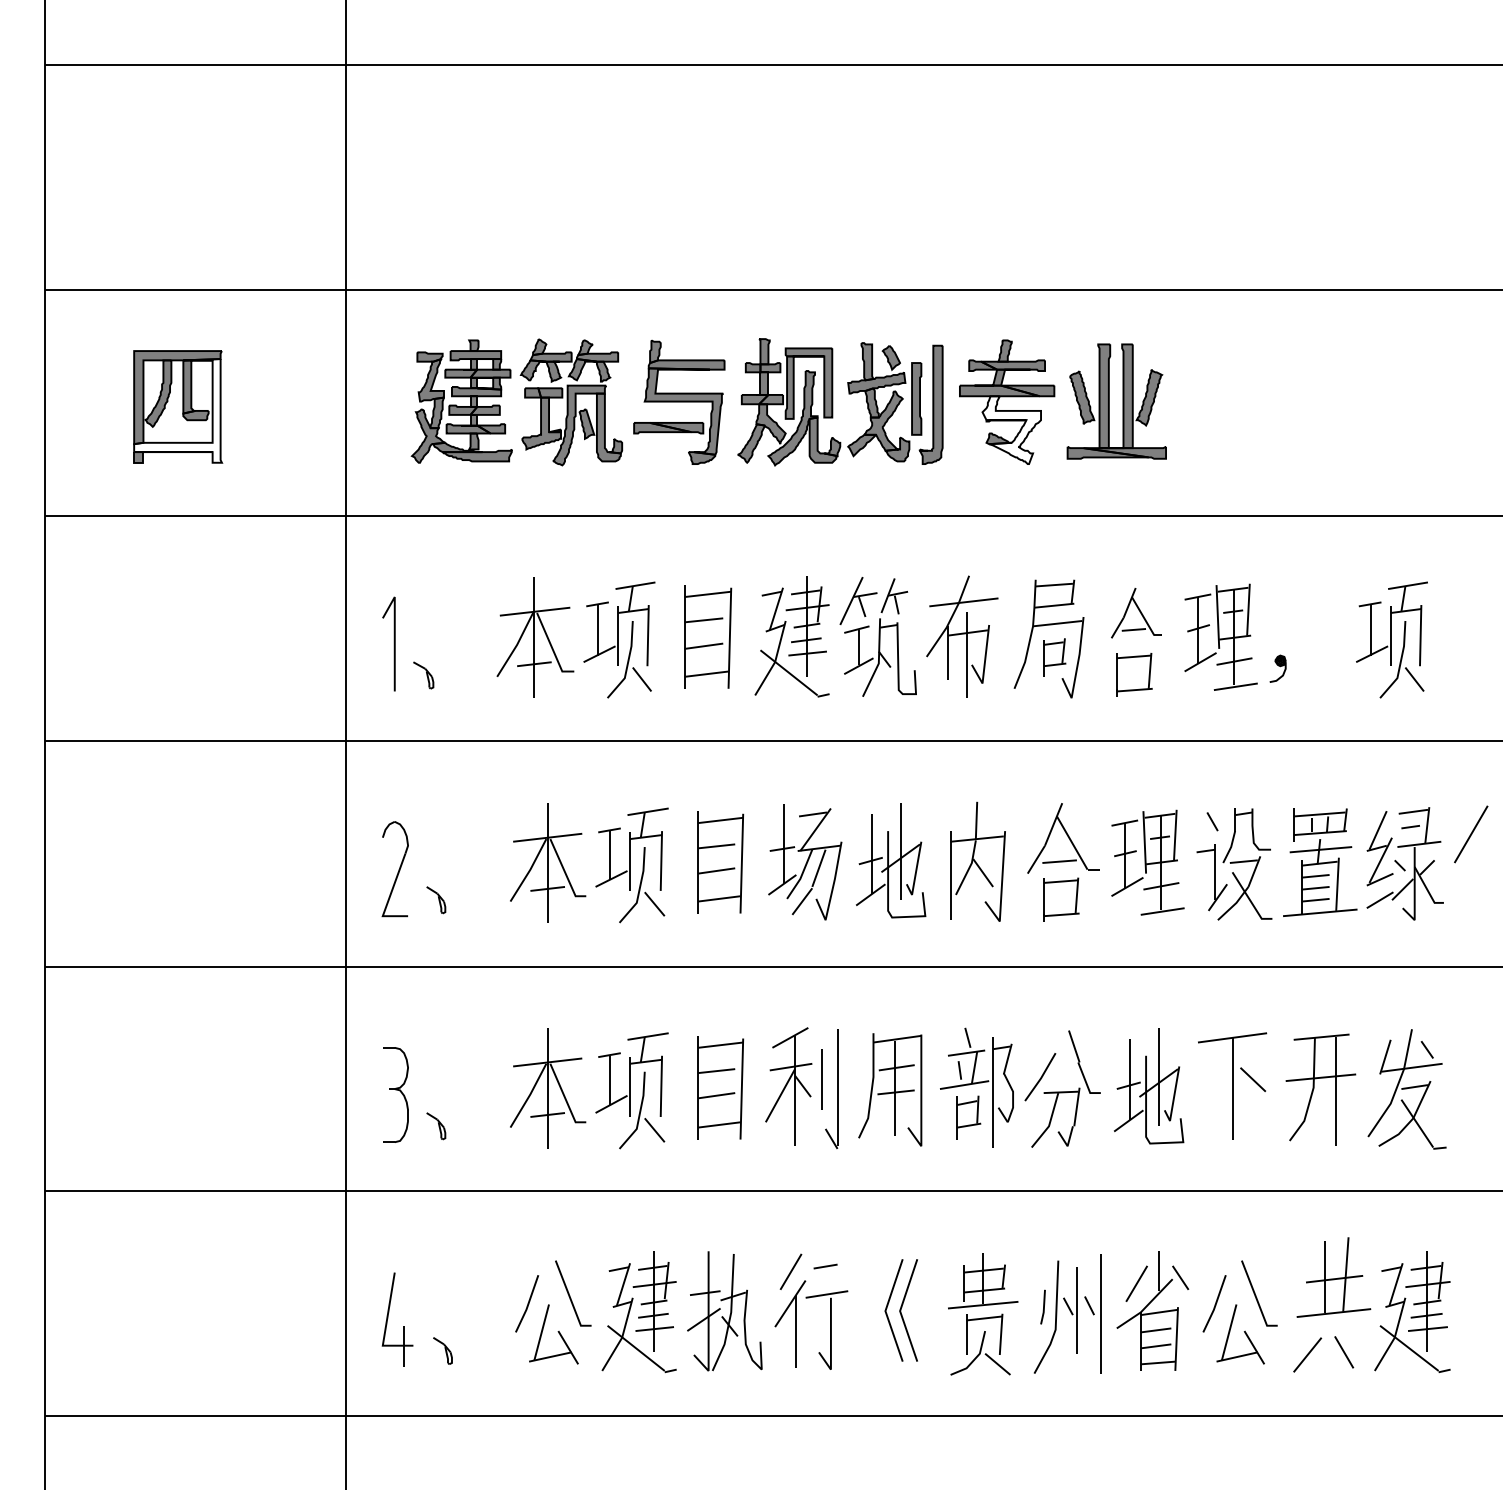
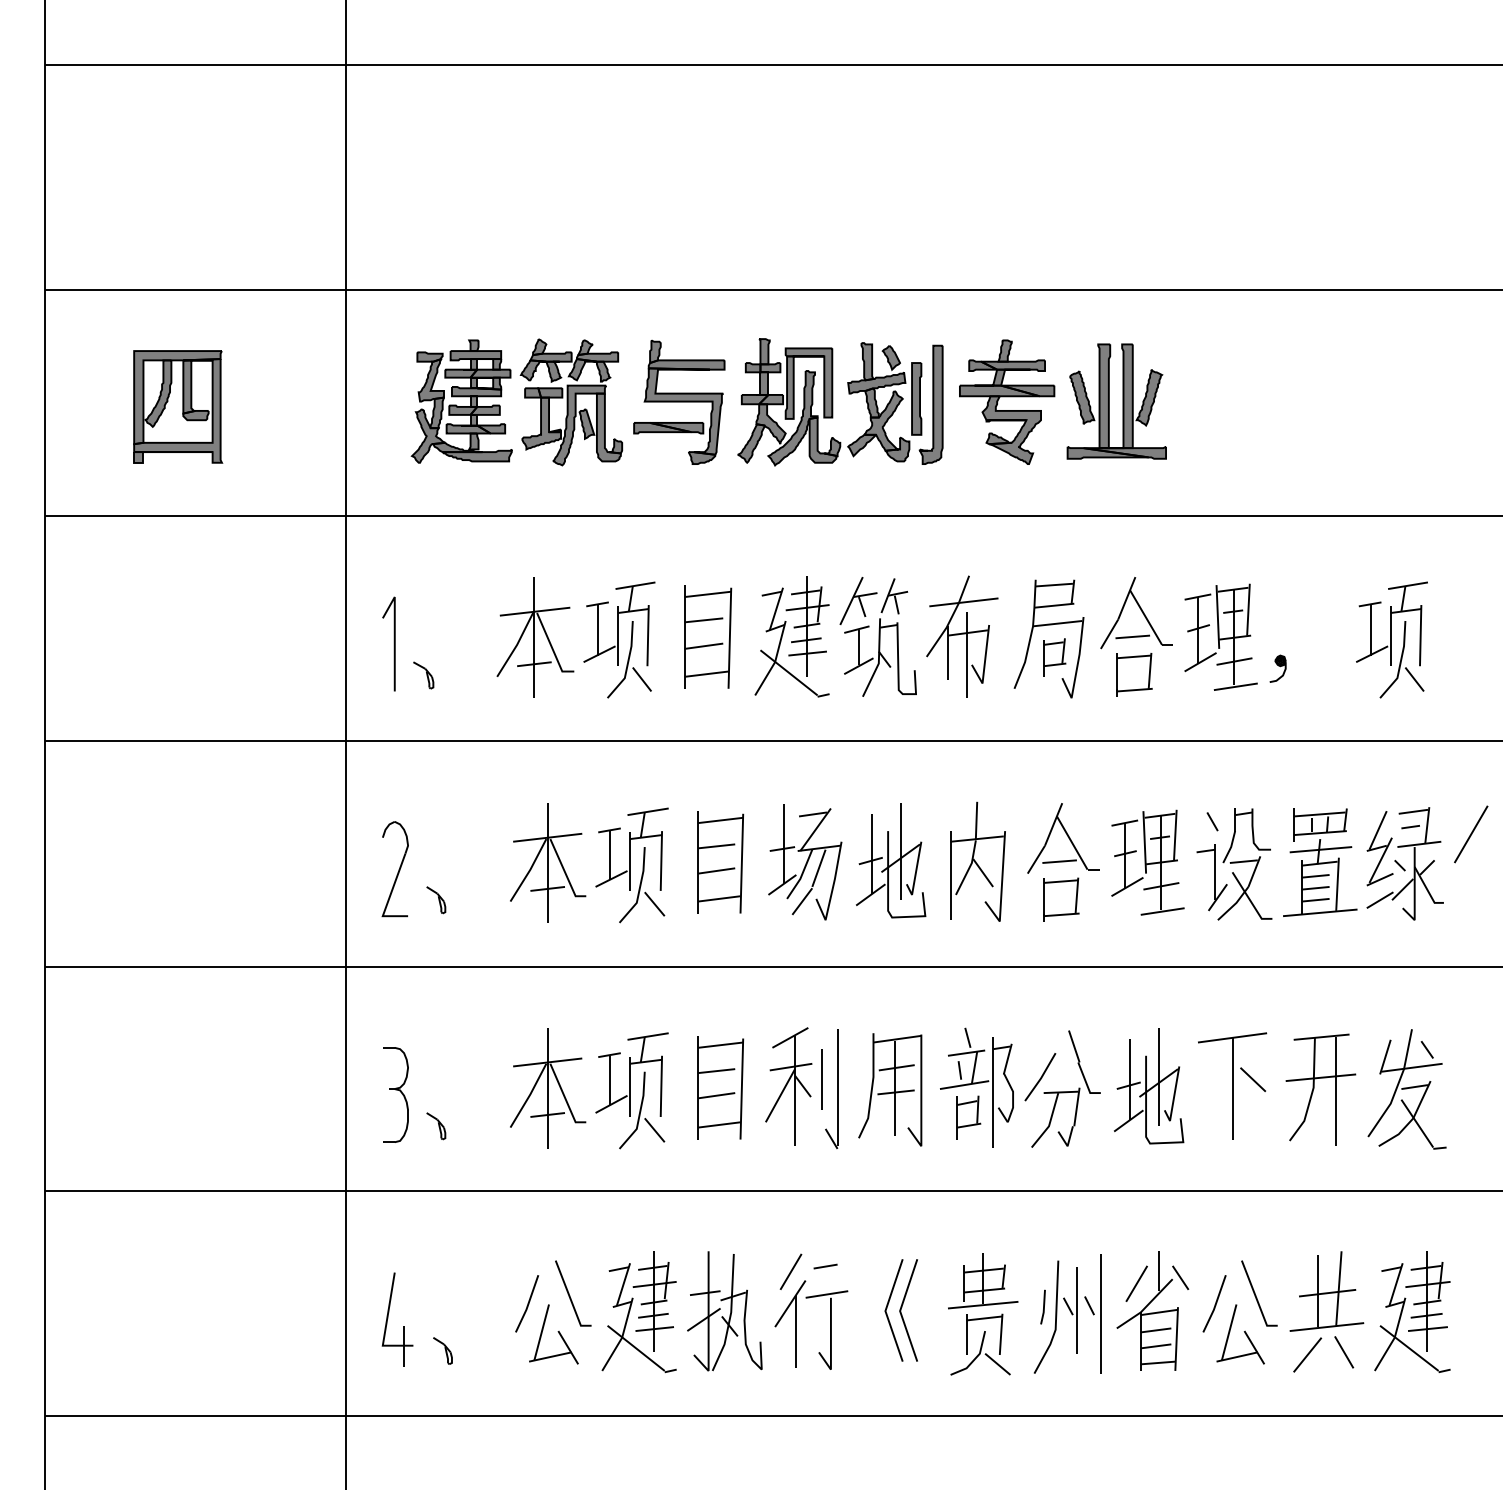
fill at (177, 410): none -> present
fill at (1011, 430): none -> present
part at (1136, 613) size: 51x51 px -> 73x73 px
part at (1333, 1277) position: (1333, 1277) -> (1326, 1291)
